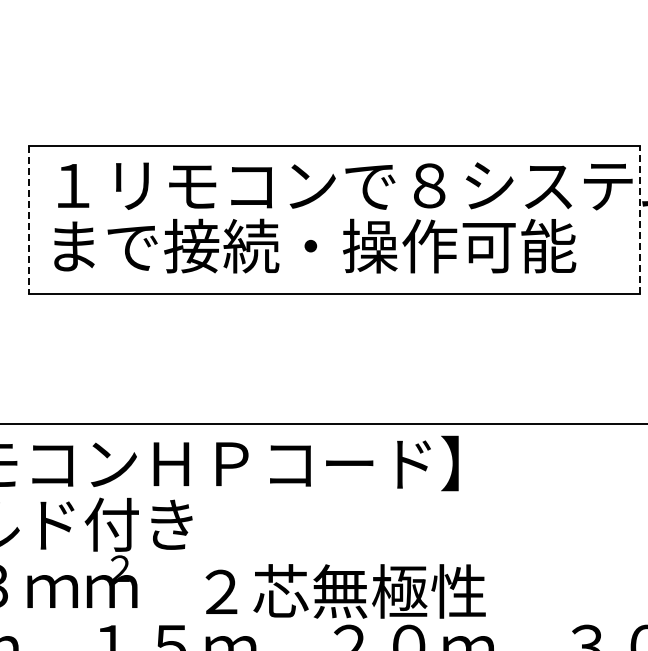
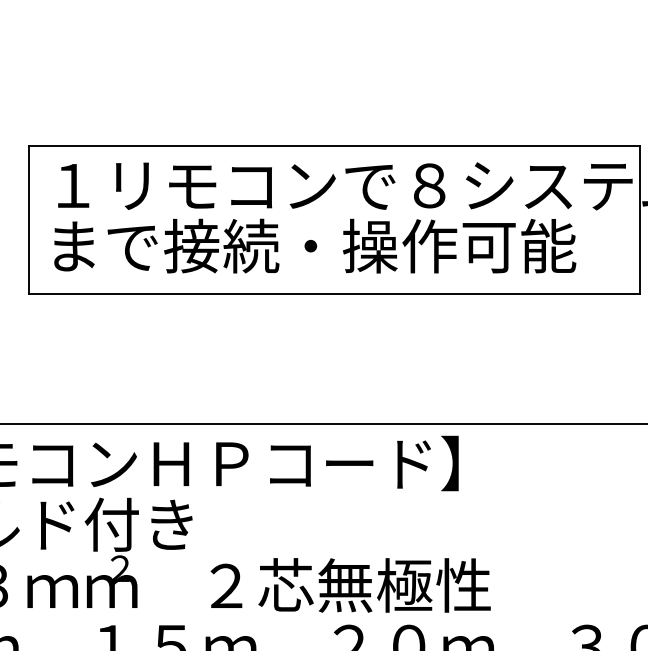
line at (639, 219): dashed -> solid
line at (28, 220): dashed -> solid
text at (345, 591) position: (345, 591) -> (350, 585)
